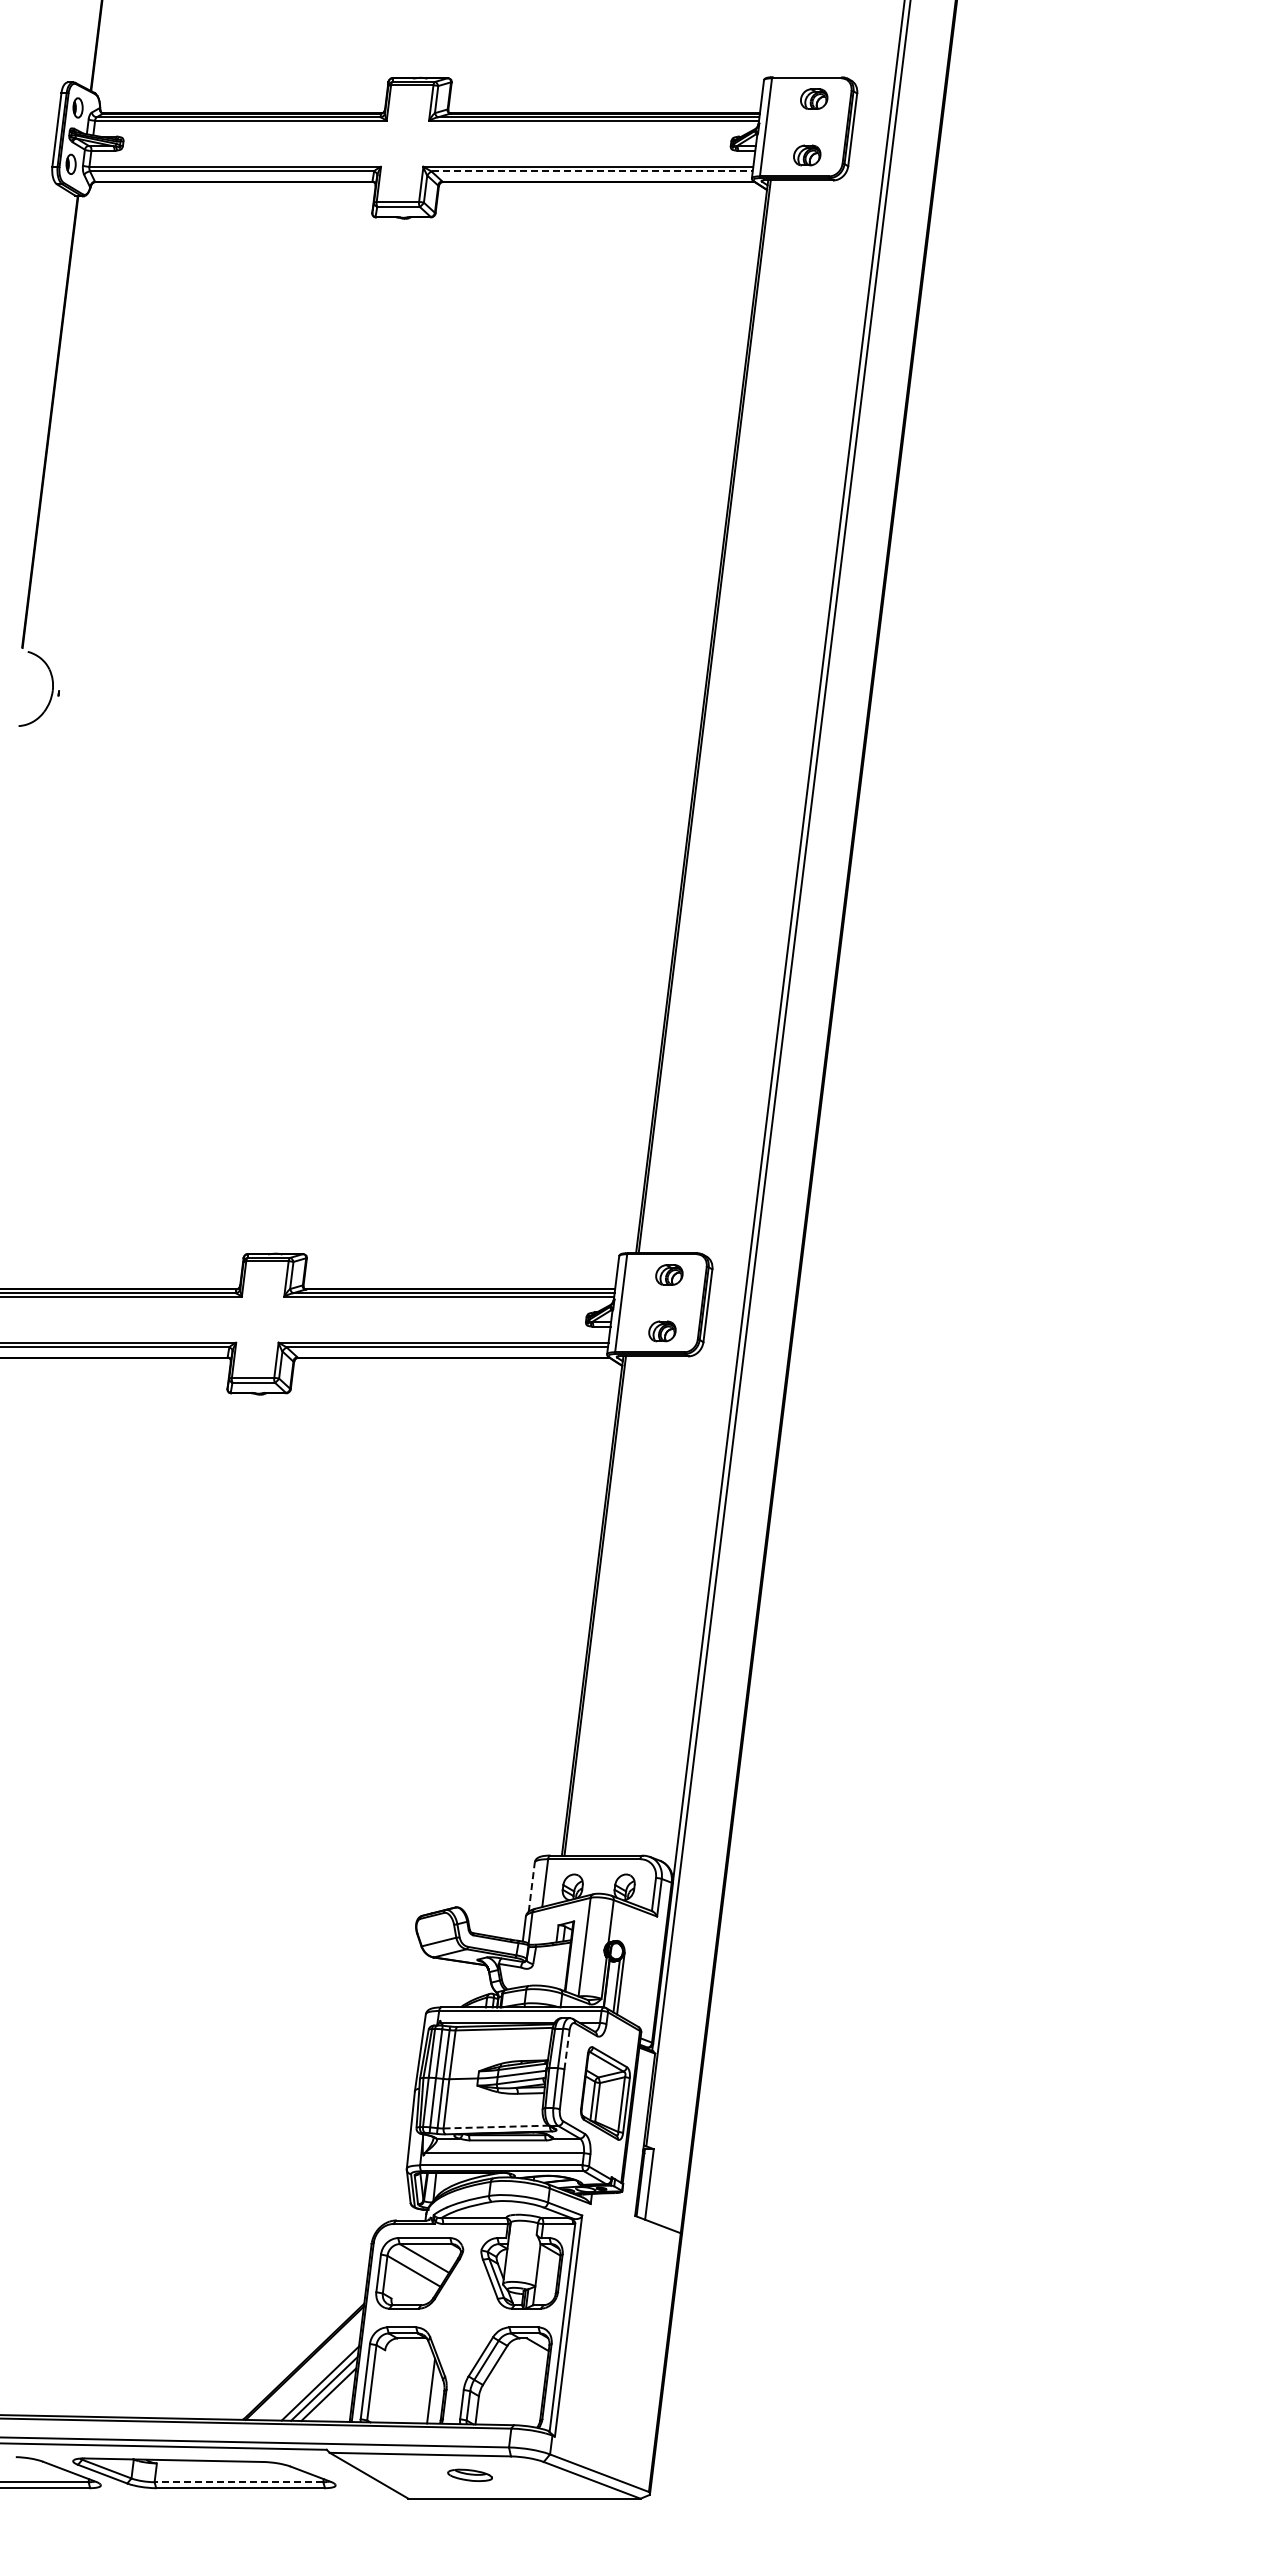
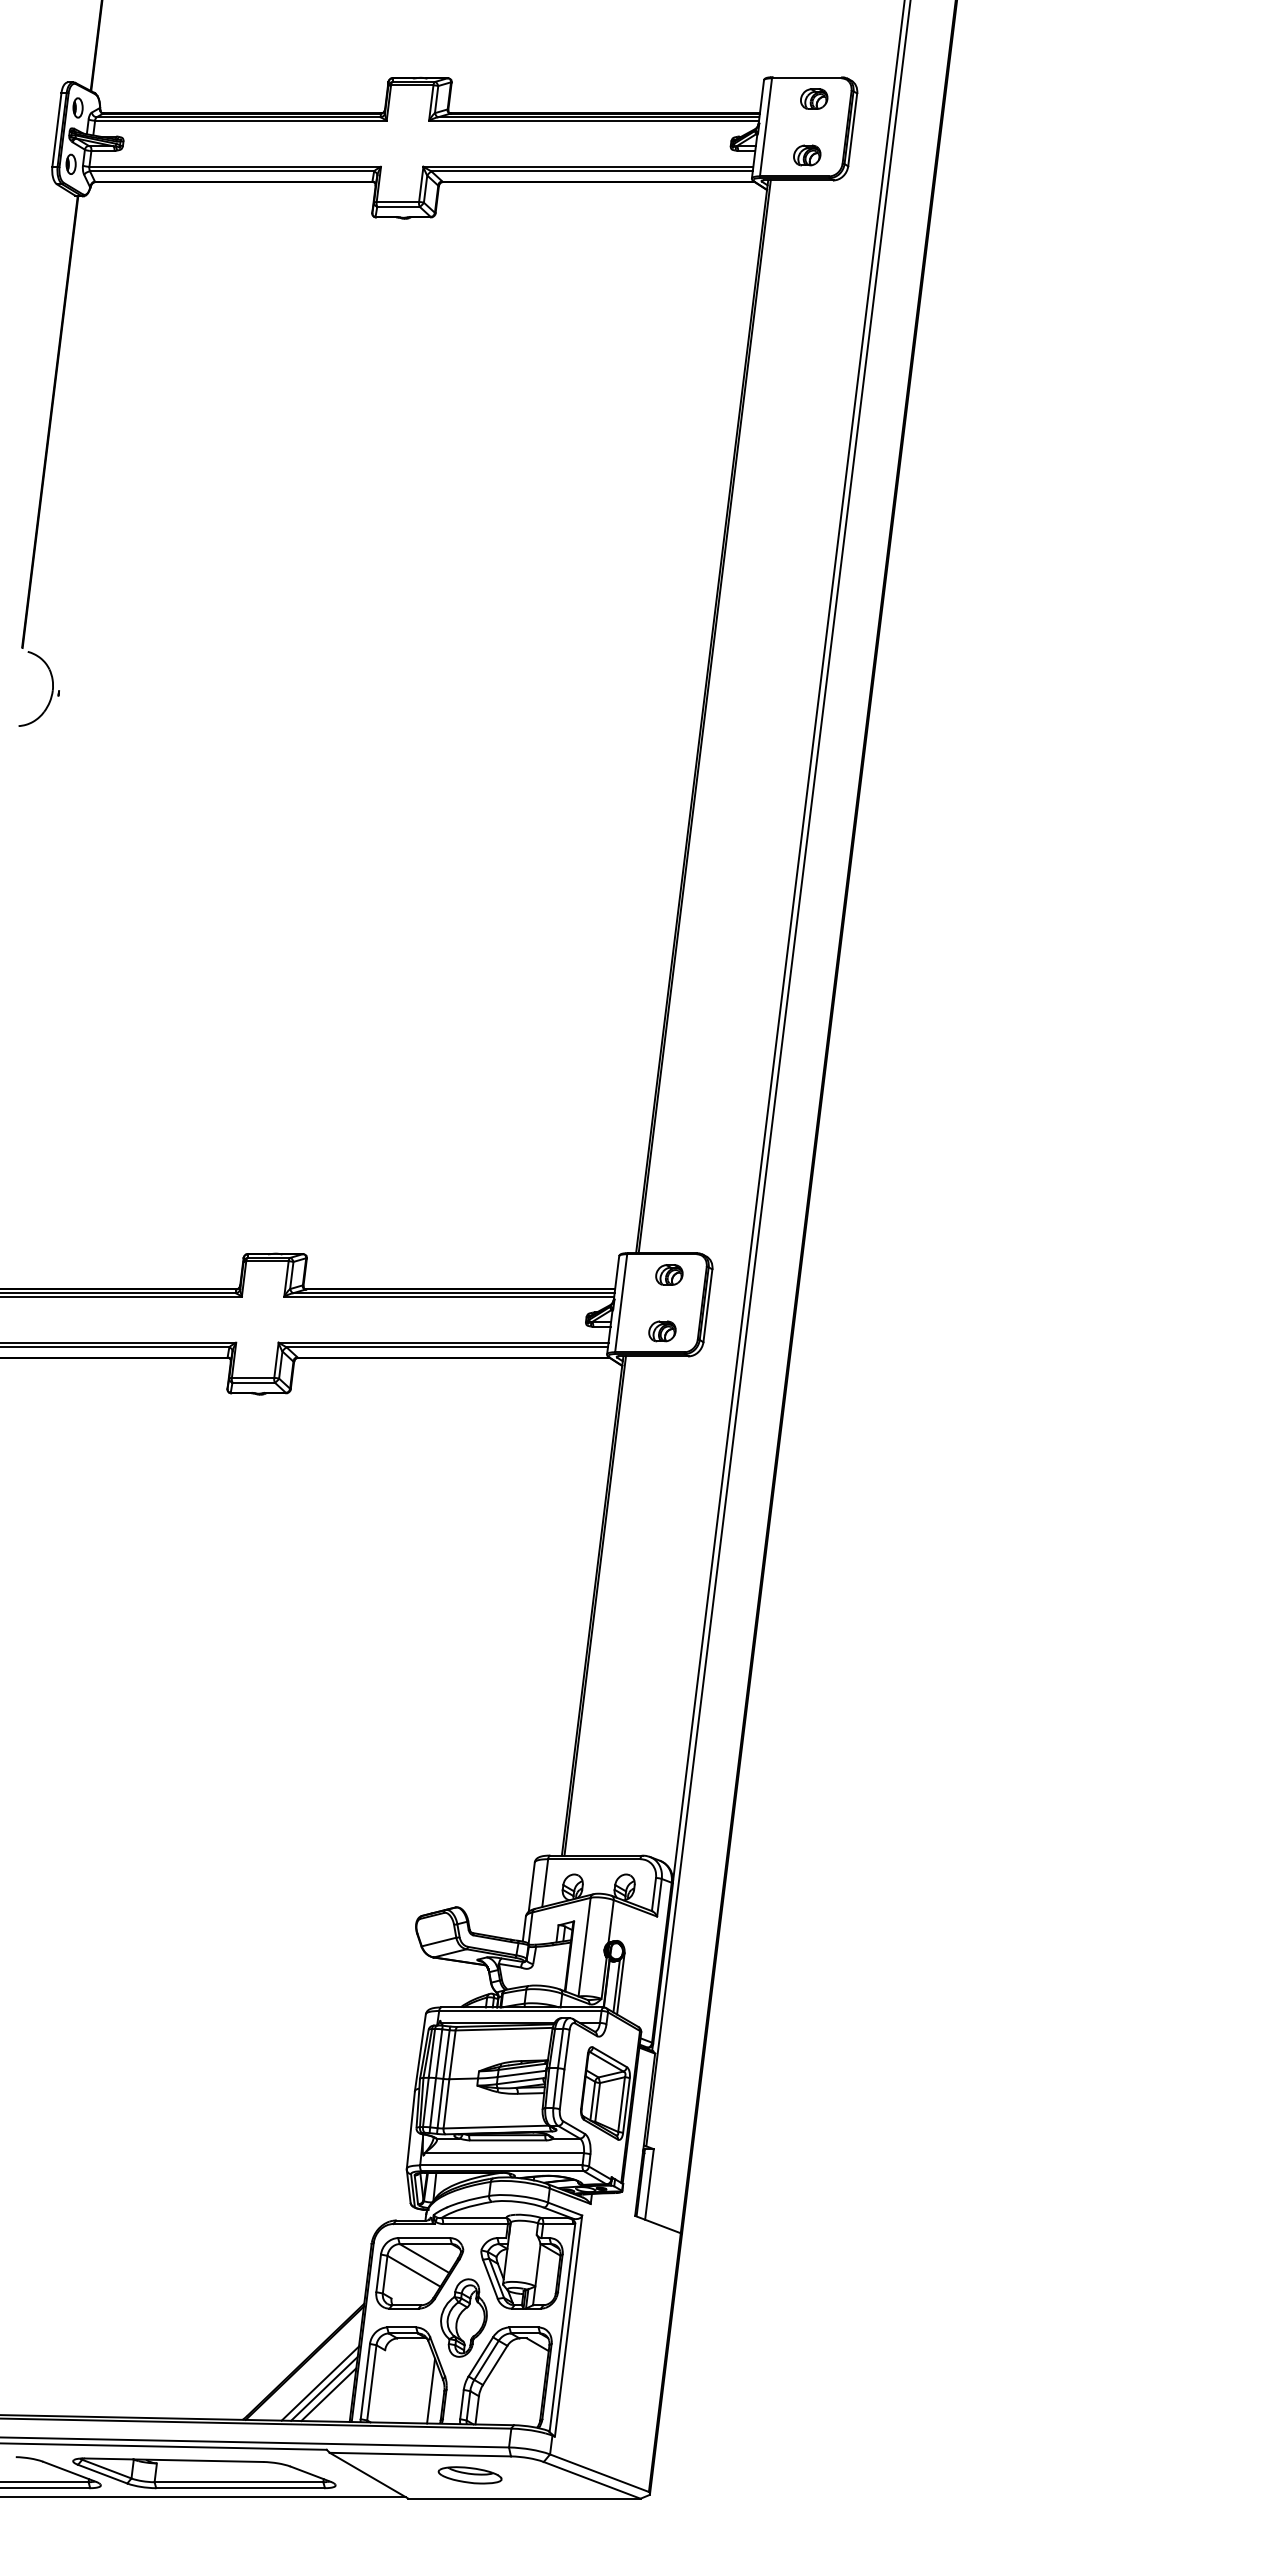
line at (592, 171): dashed -> solid
line at (531, 1887): dashed -> solid
line at (567, 2049): dashed -> solid
line at (496, 2127): dashed -> solid
part at (463, 2317): none -> present
part at (469, 2474) size: 46x14 px -> 66x19 px
line at (238, 2482): dashed -> solid
line at (203, 2496): none -> present
